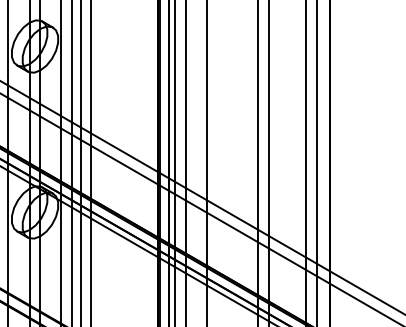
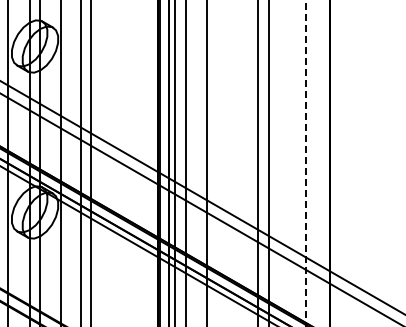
line at (72, 162): present -> none
line at (317, 162): present -> none
line at (306, 163): solid -> dashed
